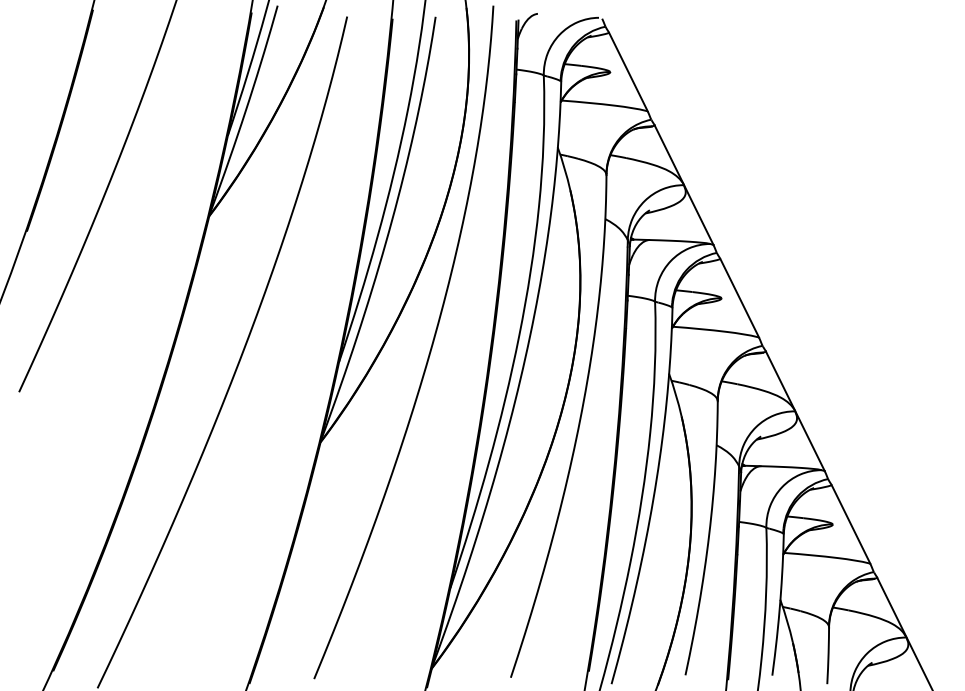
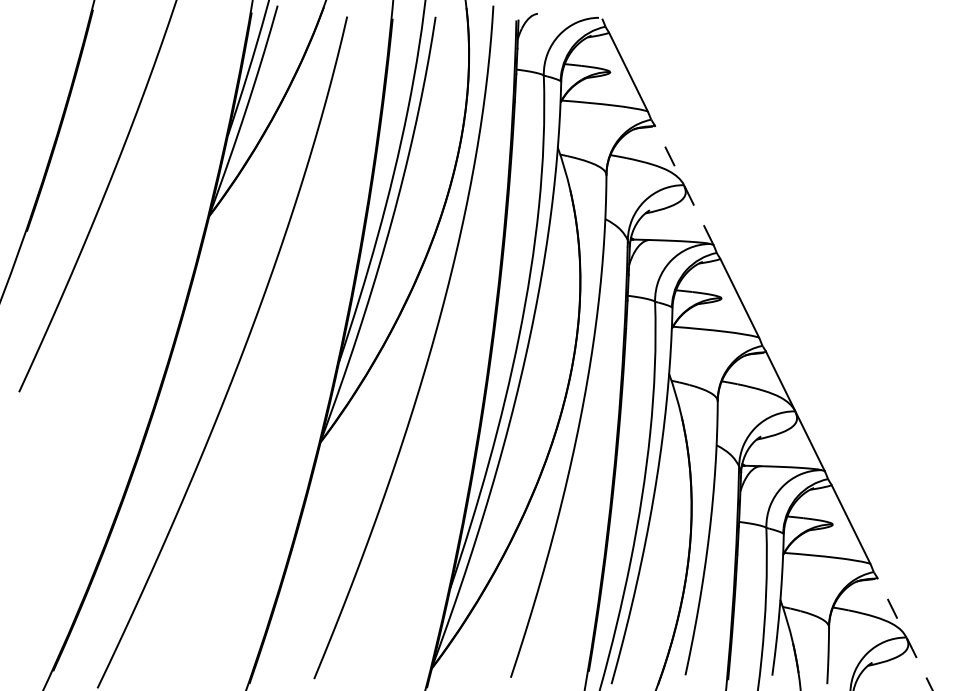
line at (684, 185): solid -> dashed
line at (904, 633): solid -> dashed
